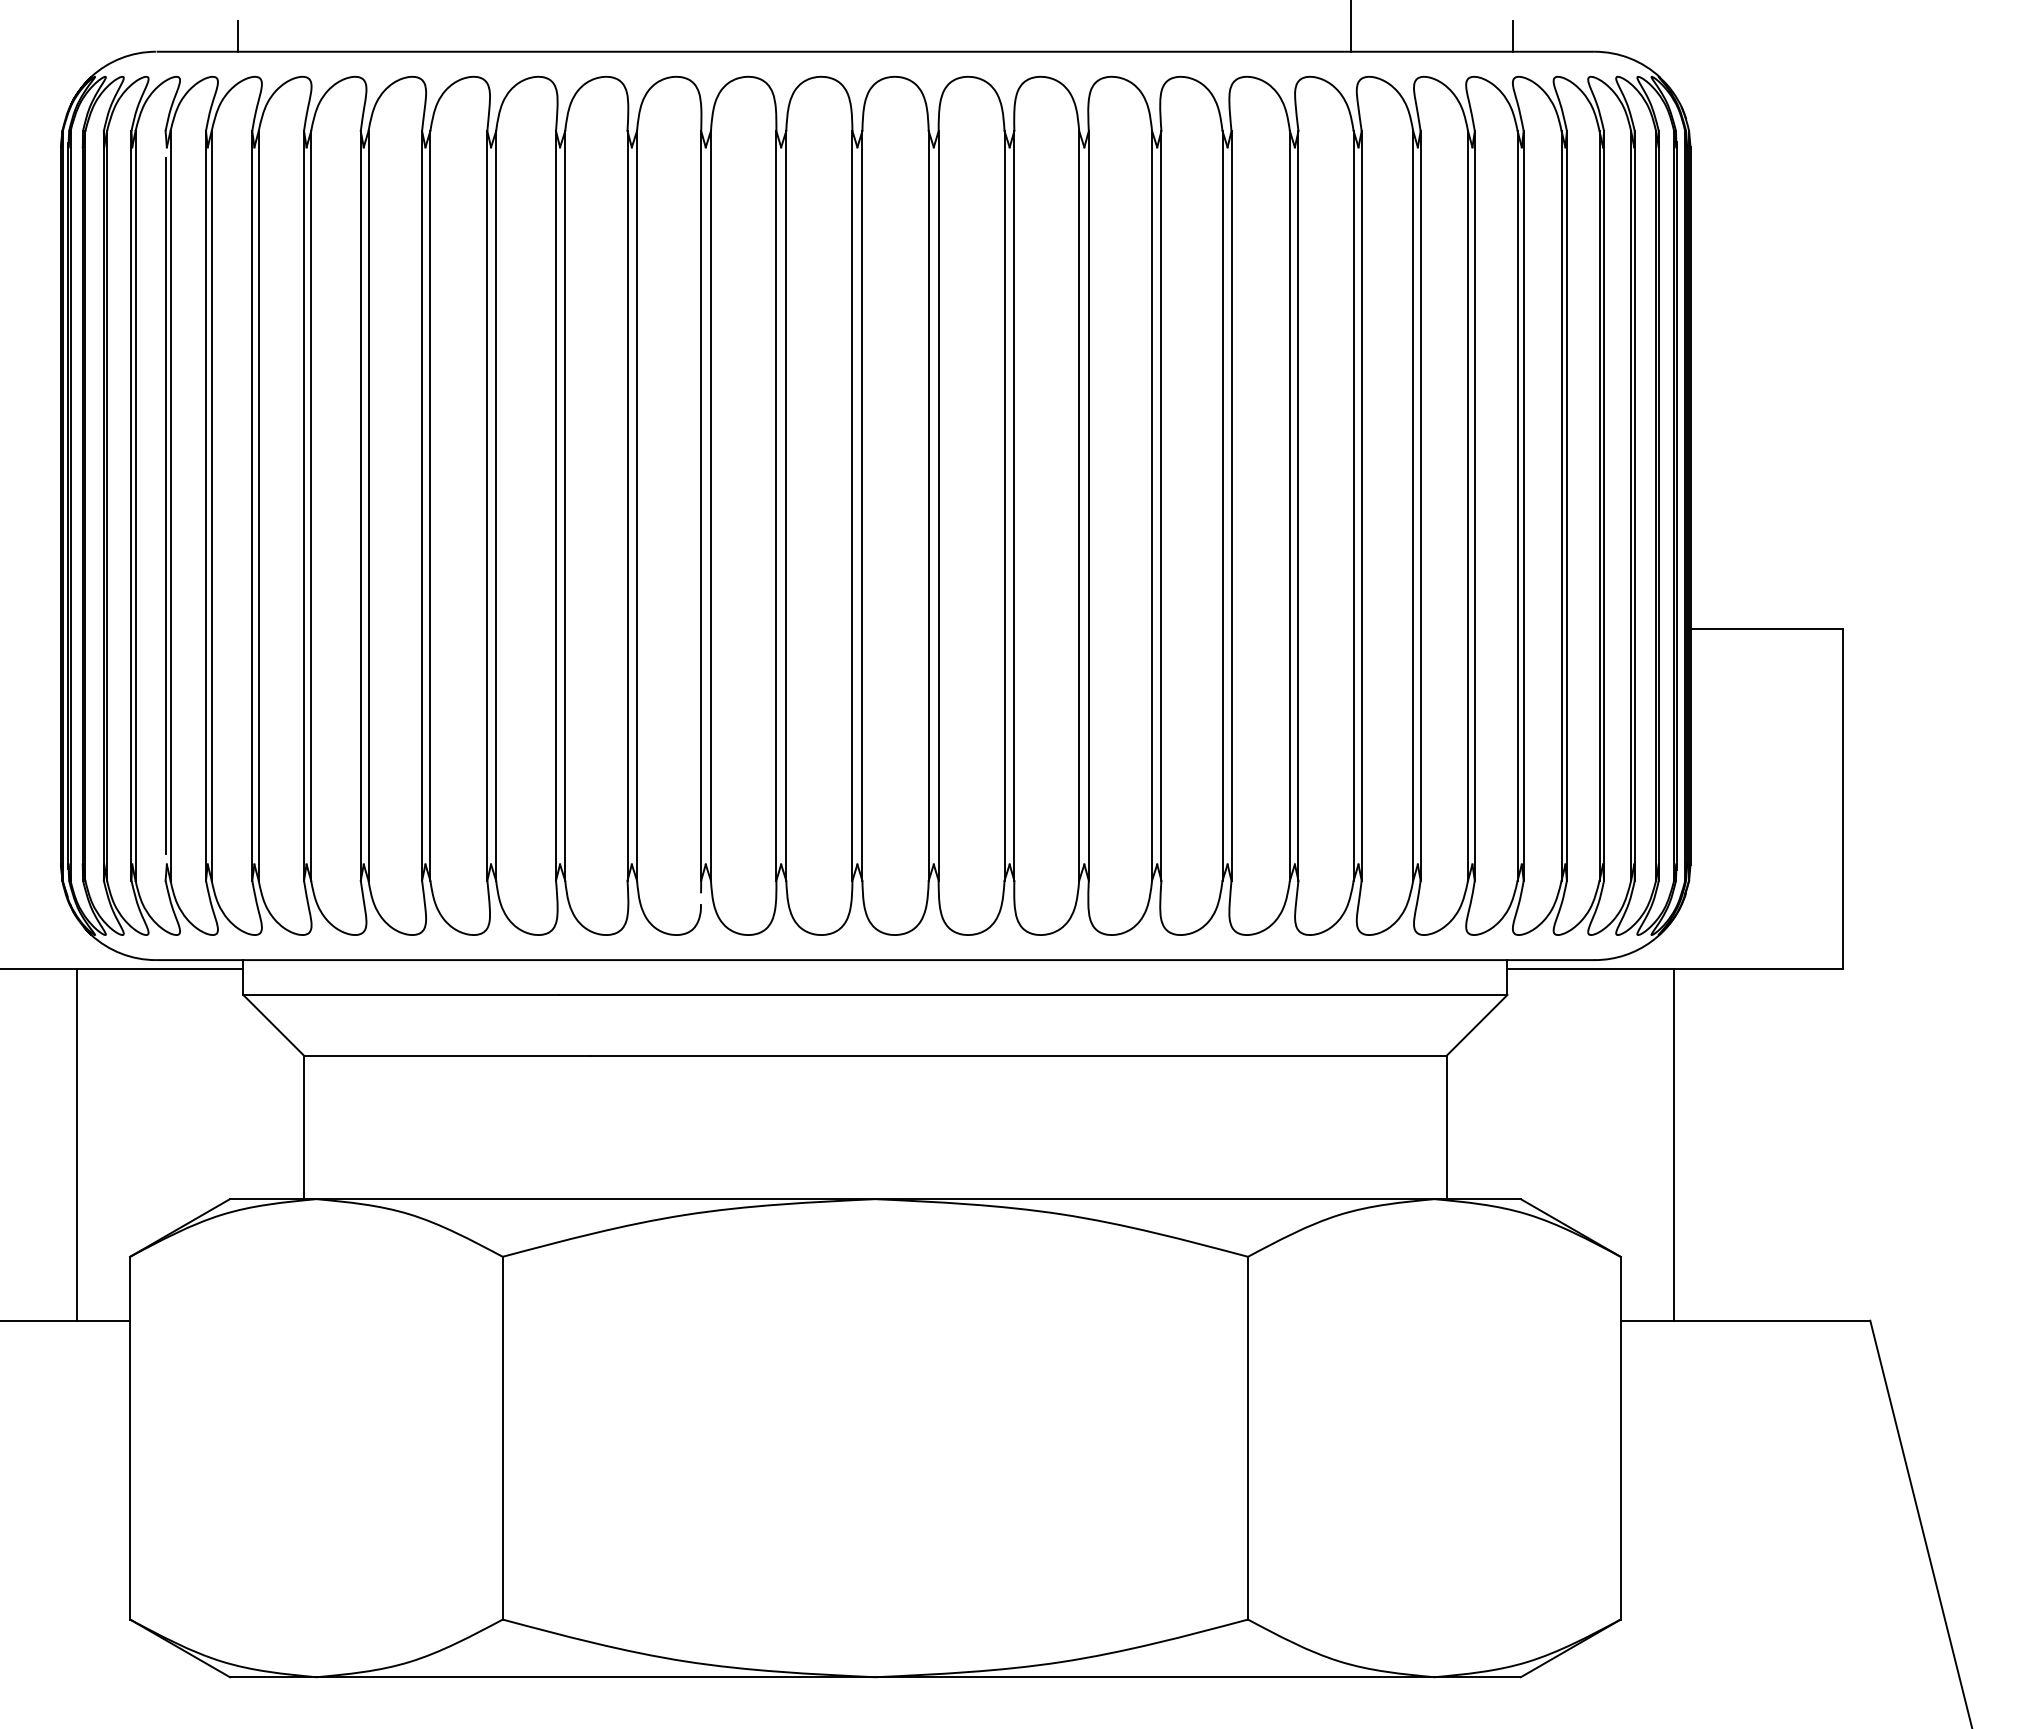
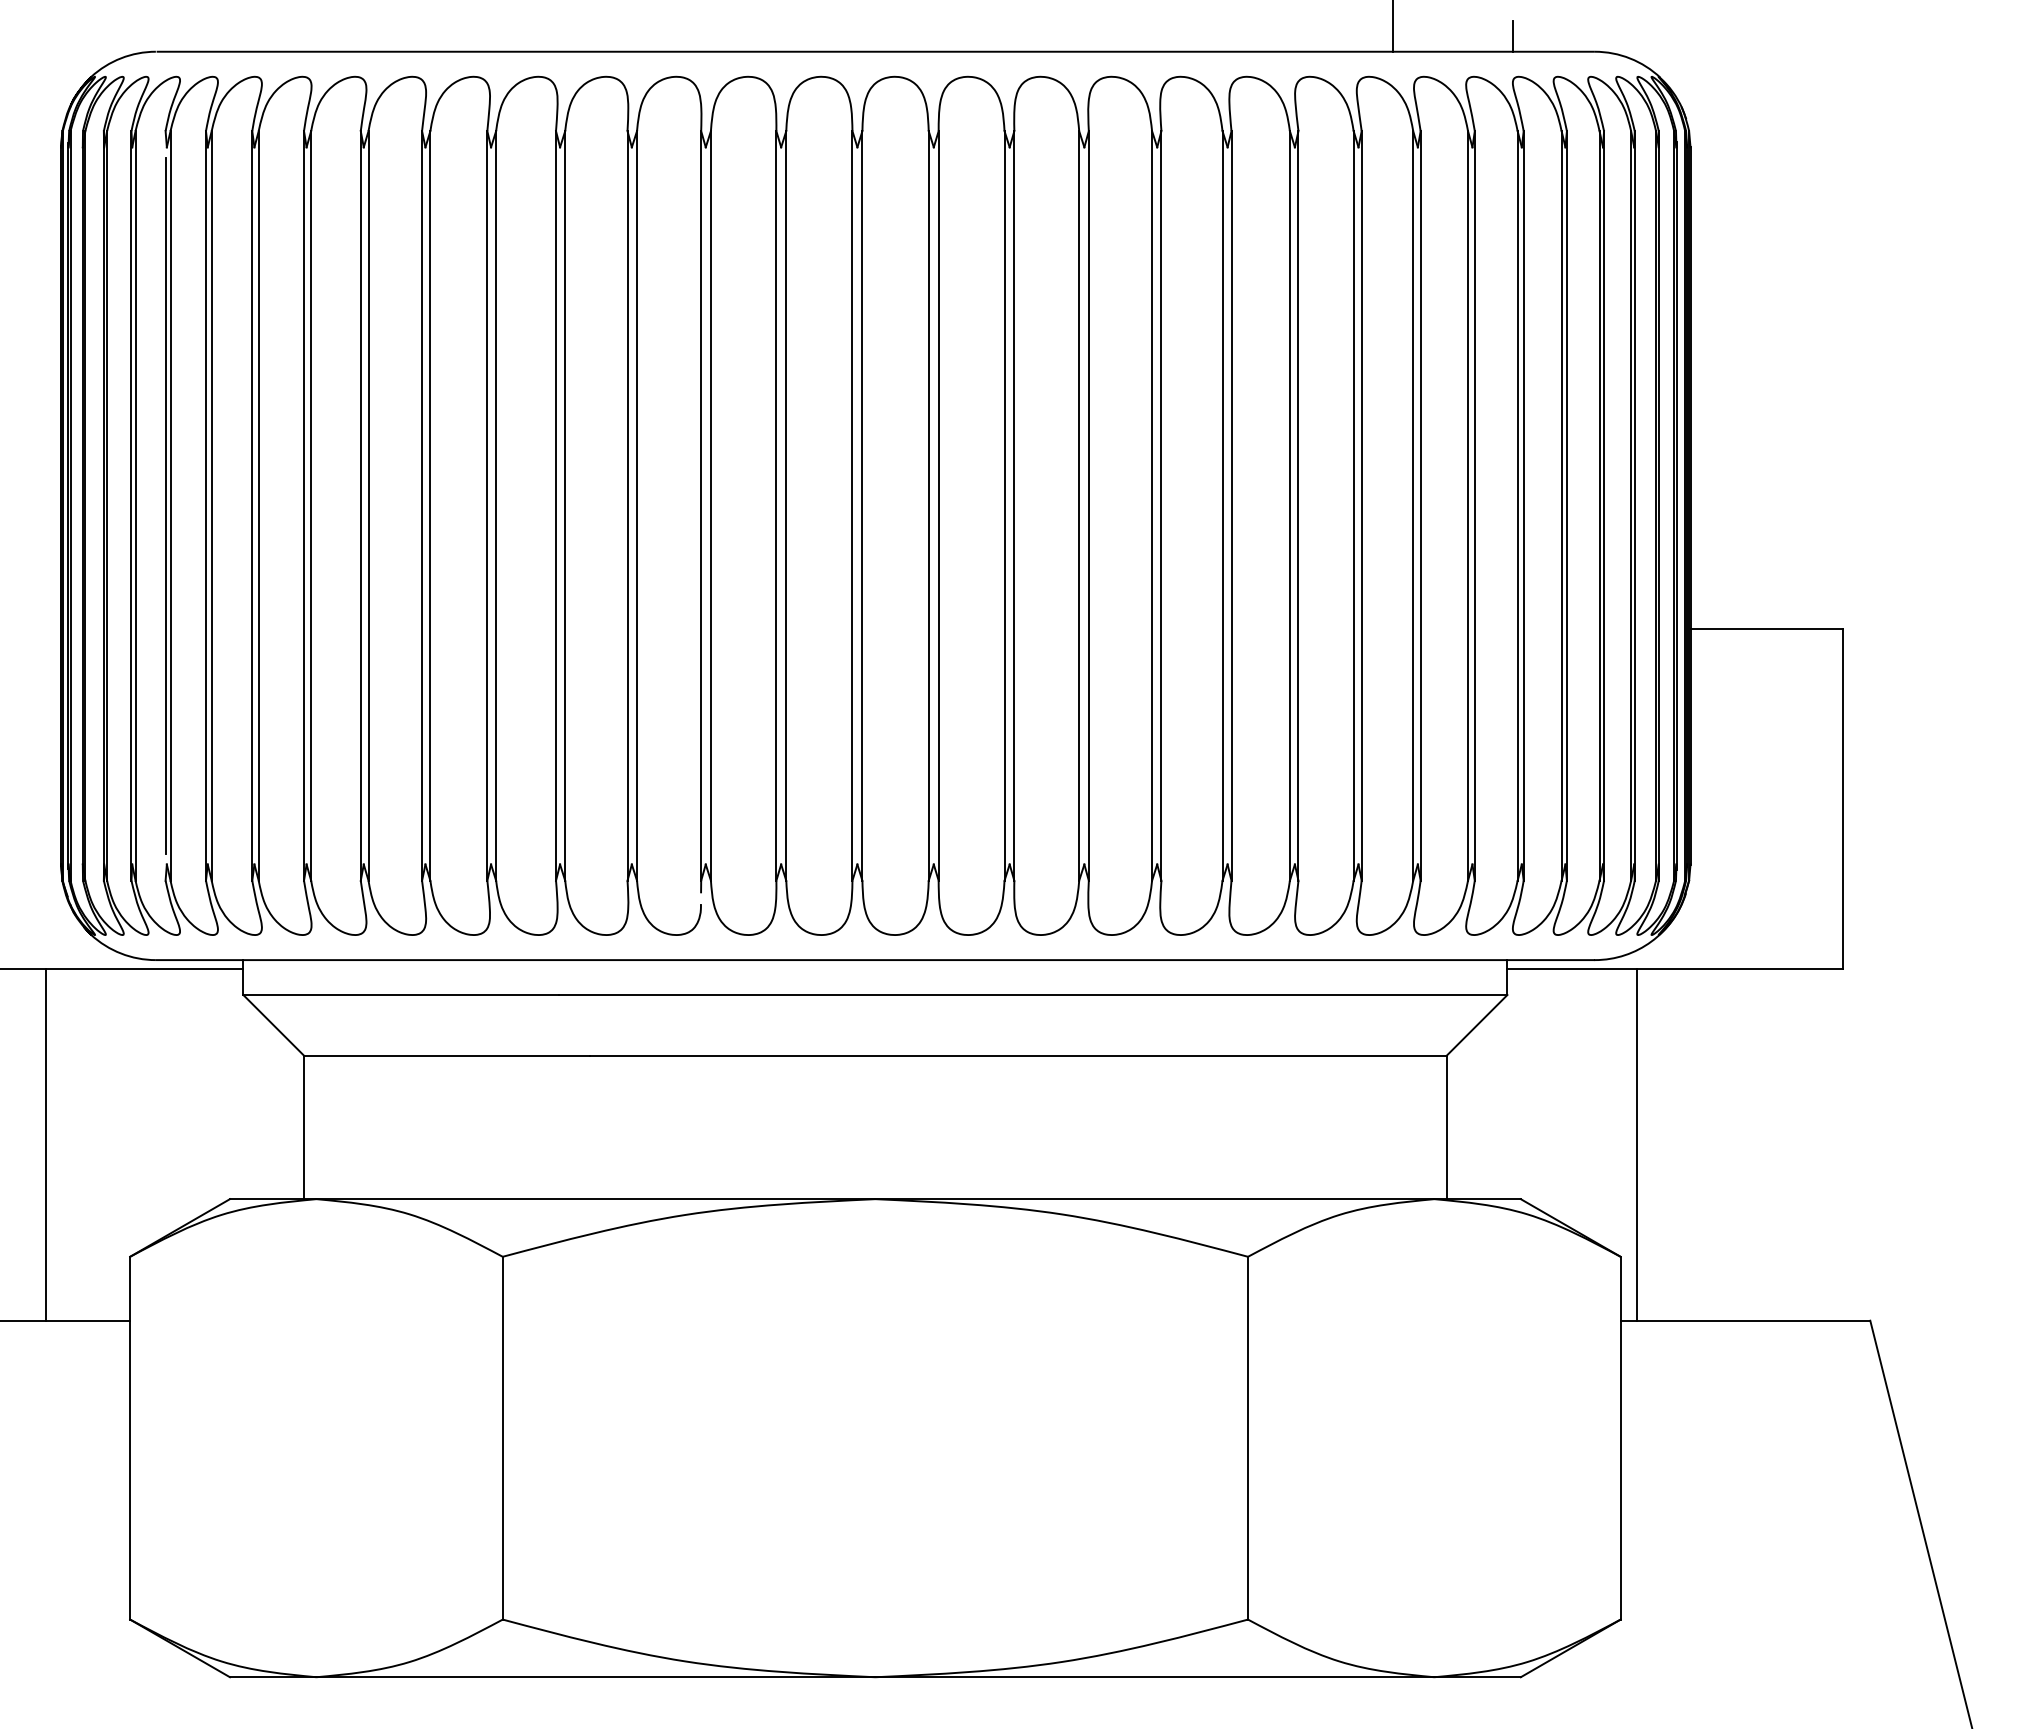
line at (1351, 26) position: (1351, 26) -> (1393, 26)
line at (237, 36): present -> none
line at (76, 1144) position: (76, 1144) -> (45, 1144)
line at (1673, 1144) position: (1673, 1144) -> (1636, 1144)
